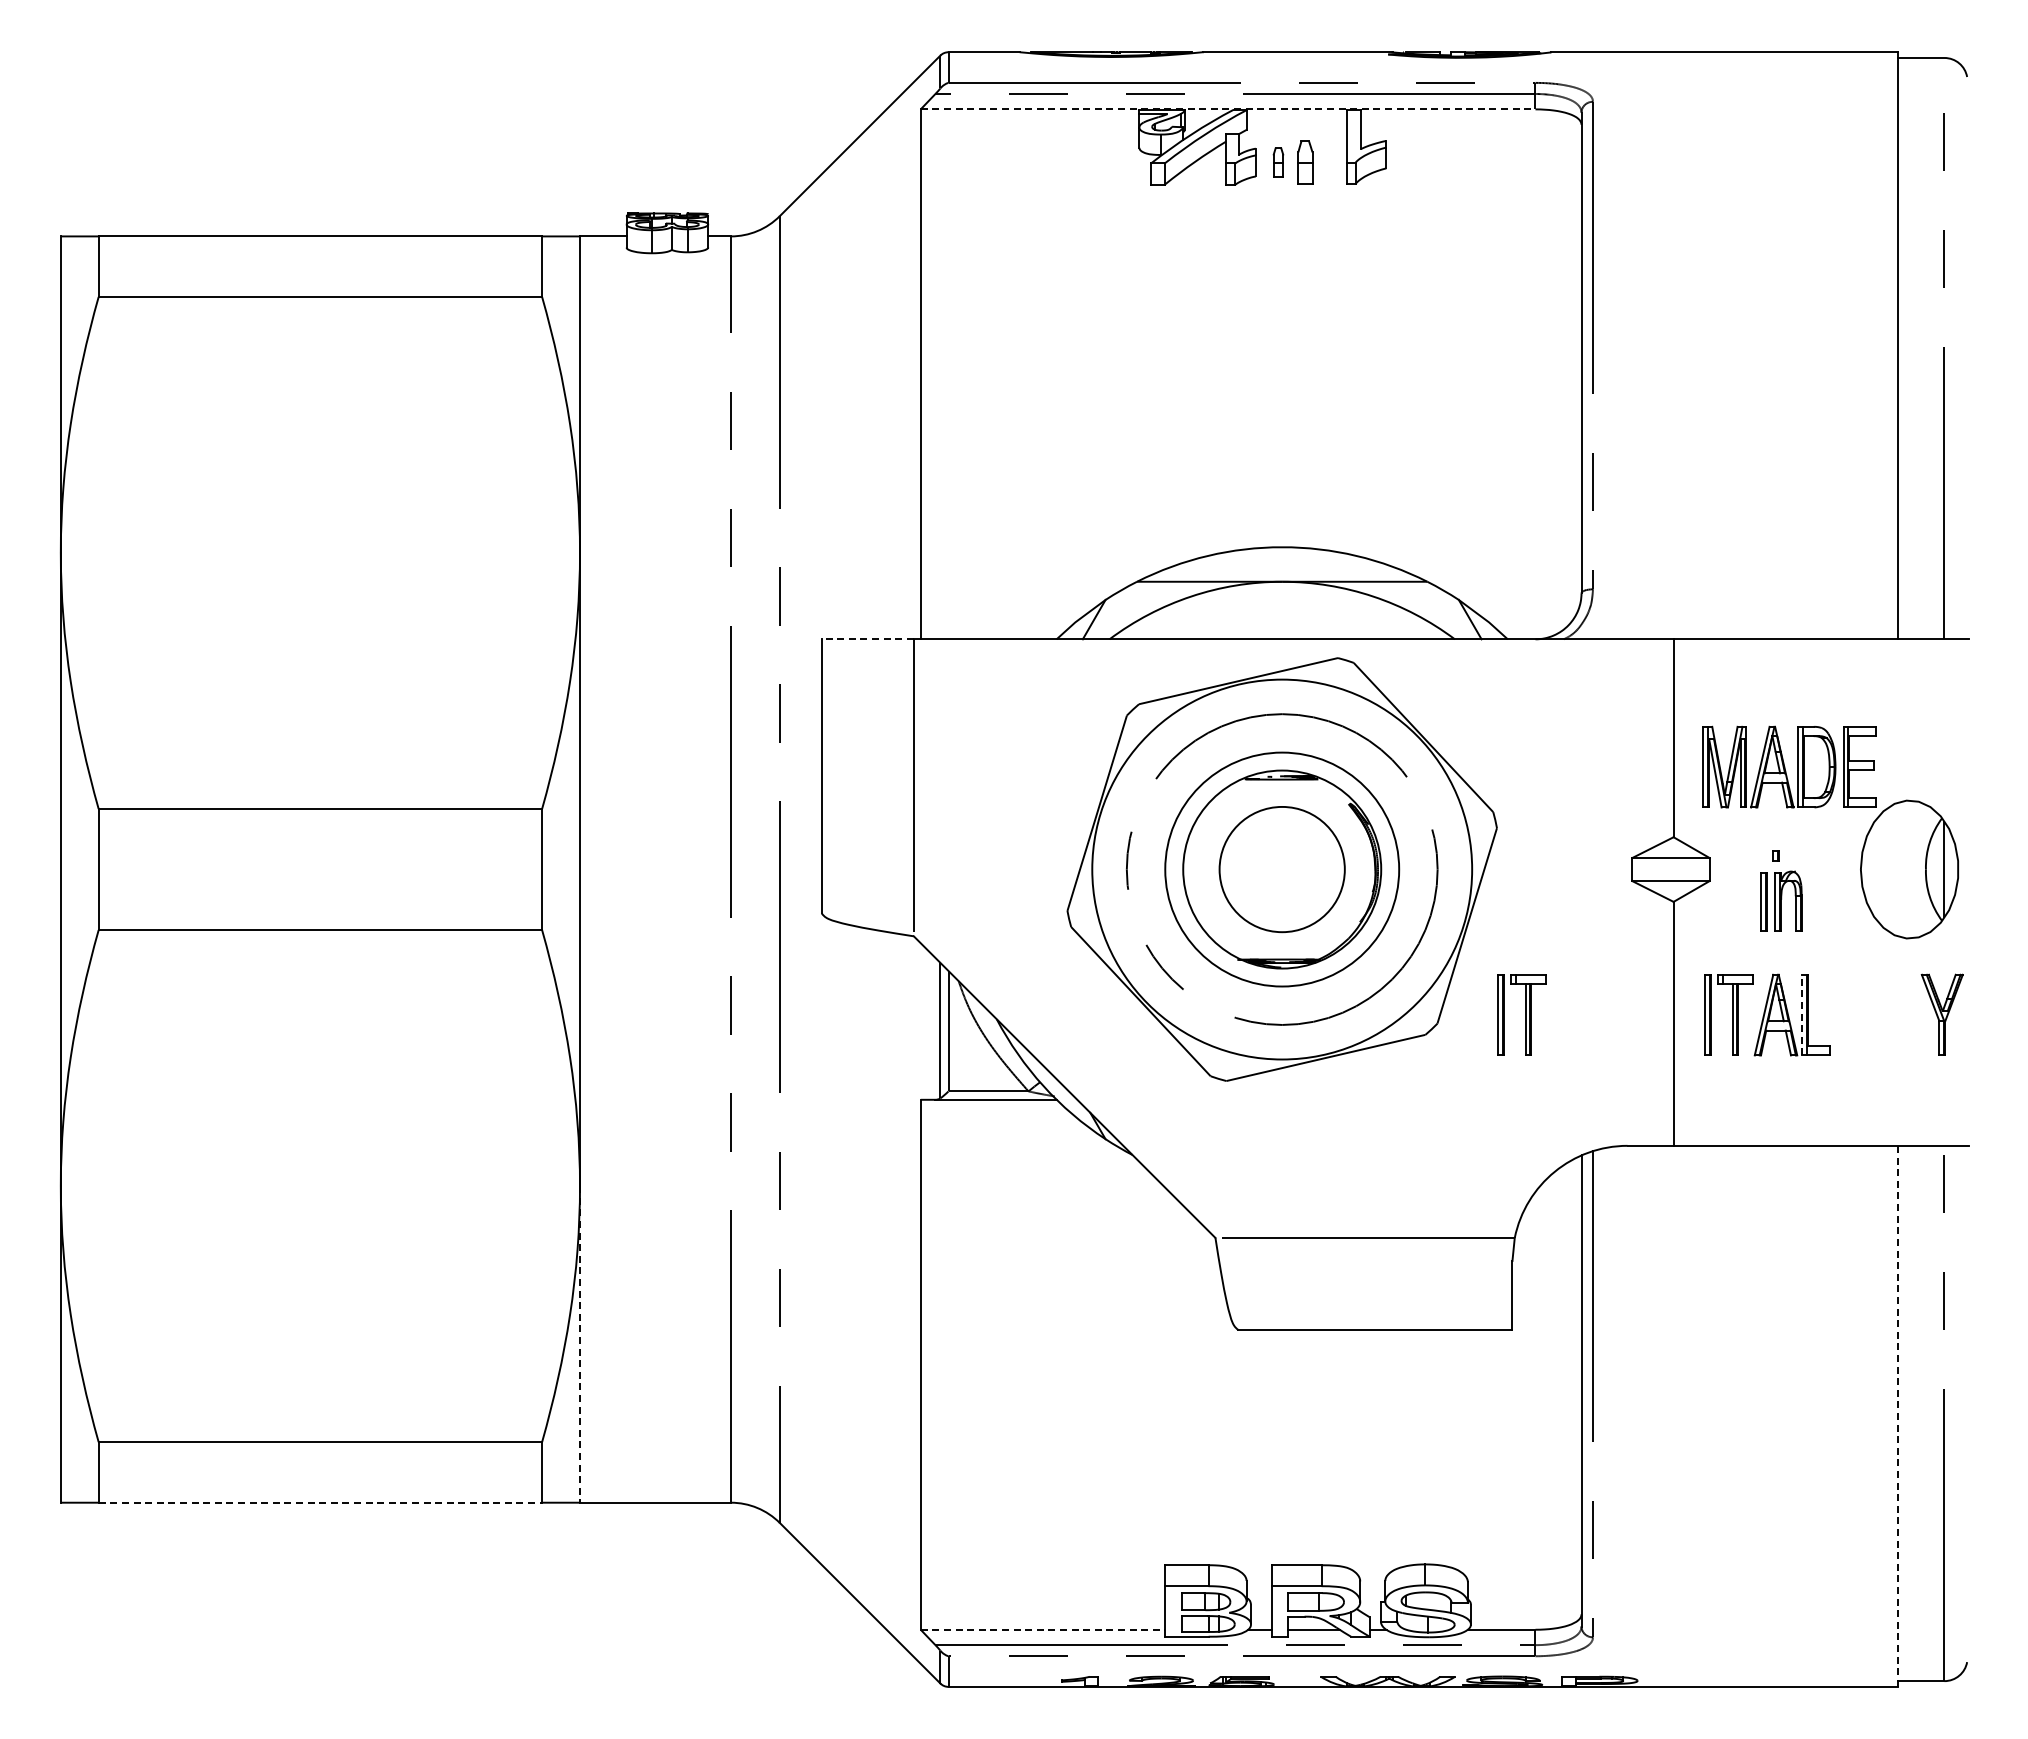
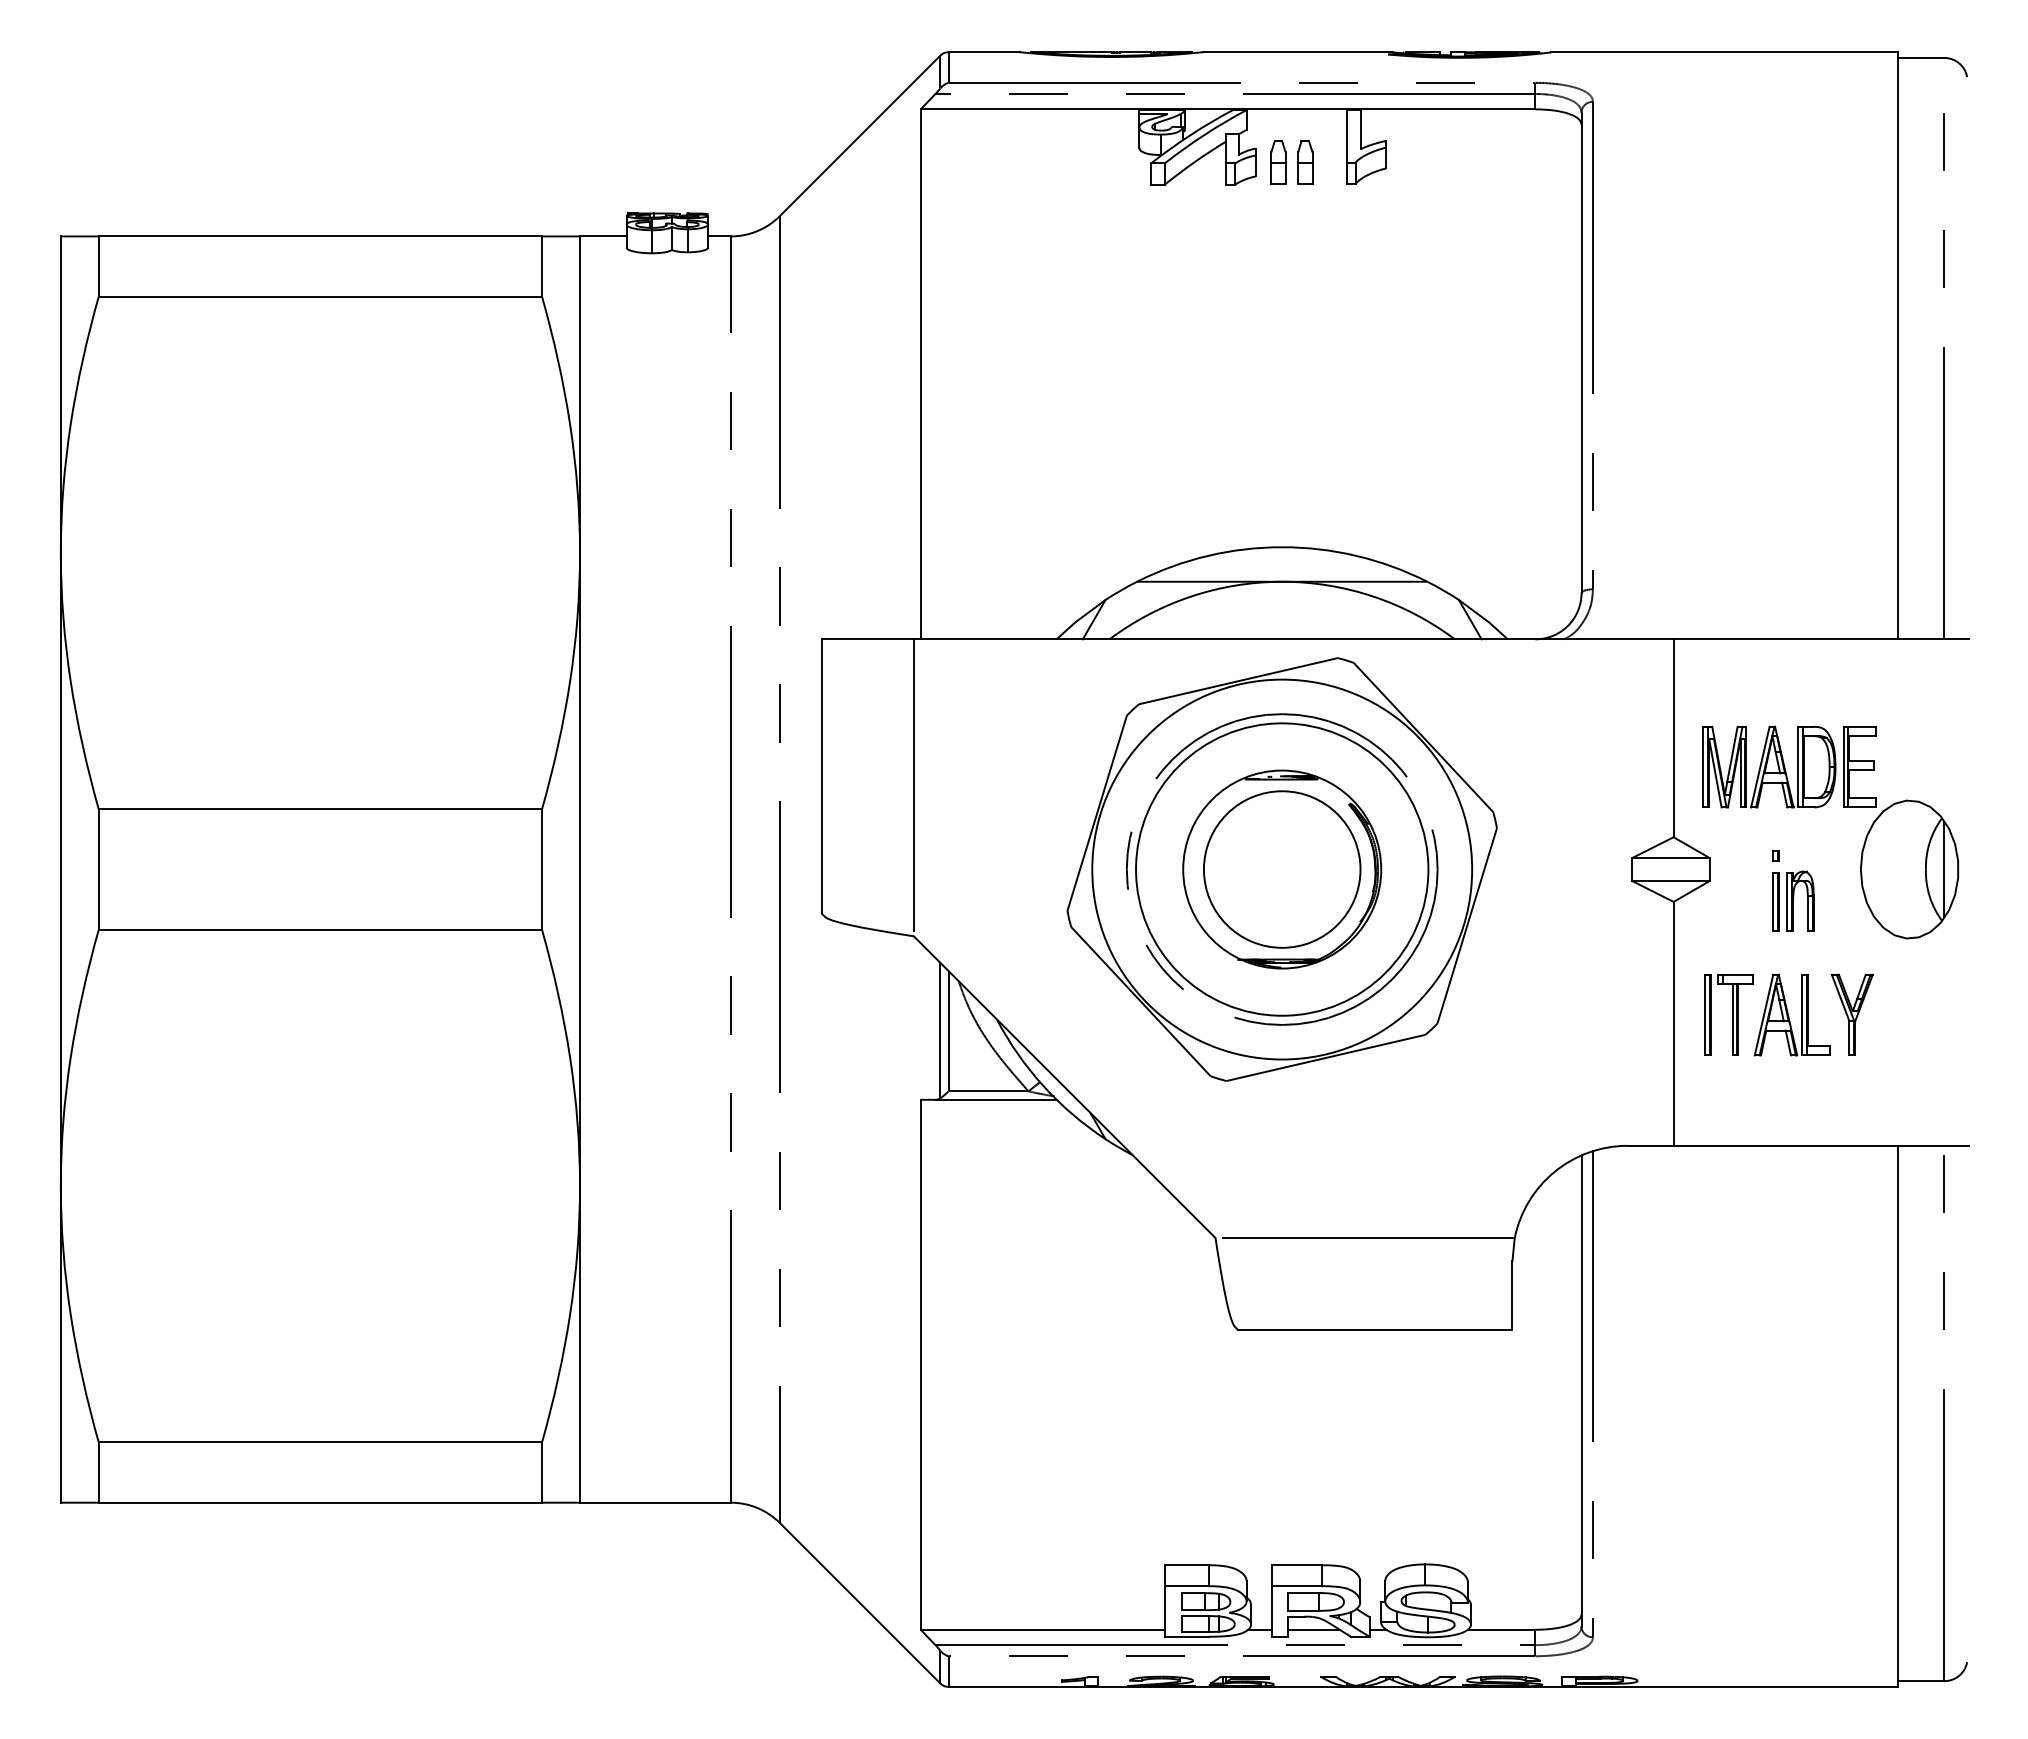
line at (1228, 109): dashed -> solid
part at (1278, 162) size: 13x31 px -> 17x45 px
line at (867, 639): dashed -> solid
circle at (1281, 869) diameter: 125 px -> 157 px
circle at (1282, 869) diameter: 234 px -> 292 px
part at (1781, 900) position: (1781, 900) -> (1793, 900)
part at (1521, 1014): present -> none
line at (1801, 1014): dashed -> solid
part at (1941, 1014) position: (1941, 1014) -> (1851, 1014)
line at (580, 1344): dashed -> solid
line at (1898, 1416): dashed -> solid
line at (320, 1502): dashed -> solid
line at (1043, 1629): dashed -> solid
